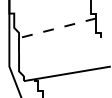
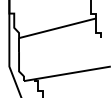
line at (57, 28): dashed -> solid
